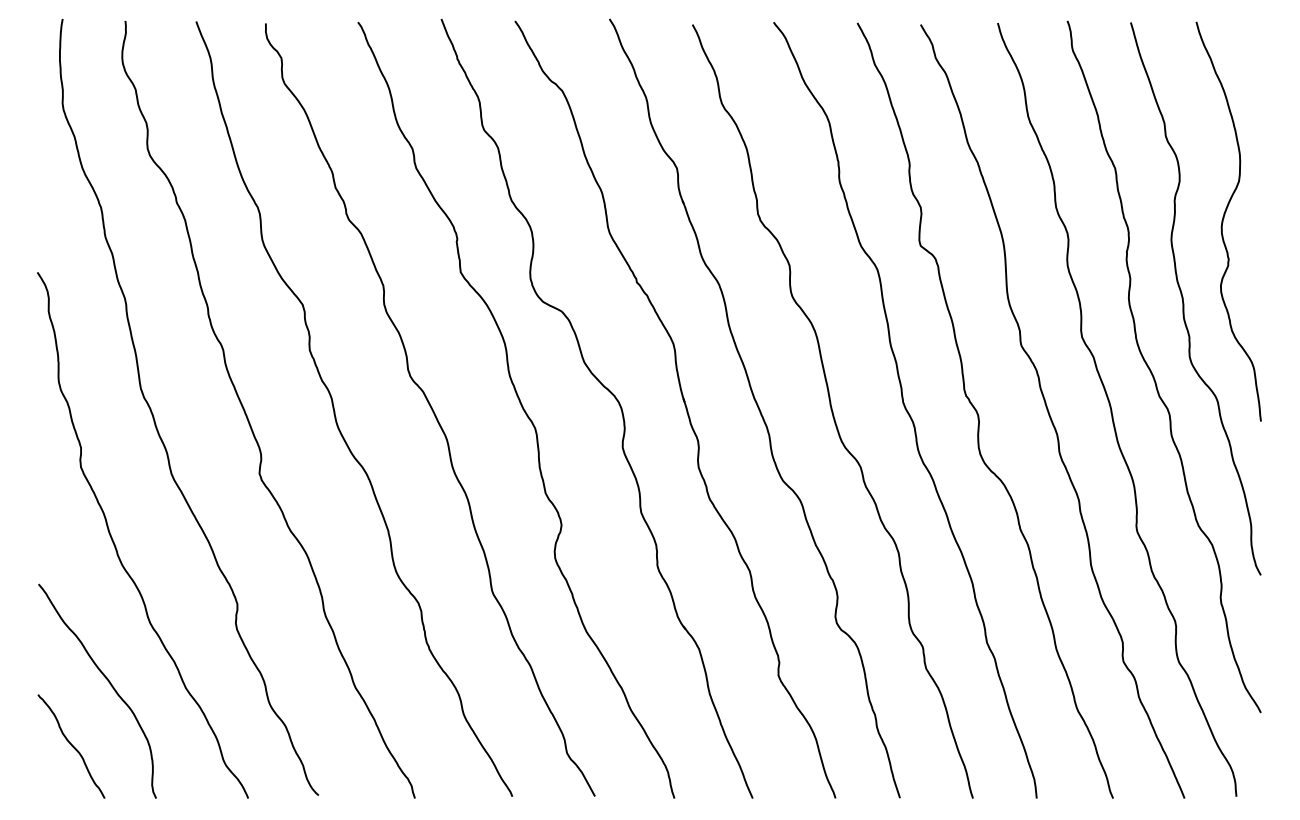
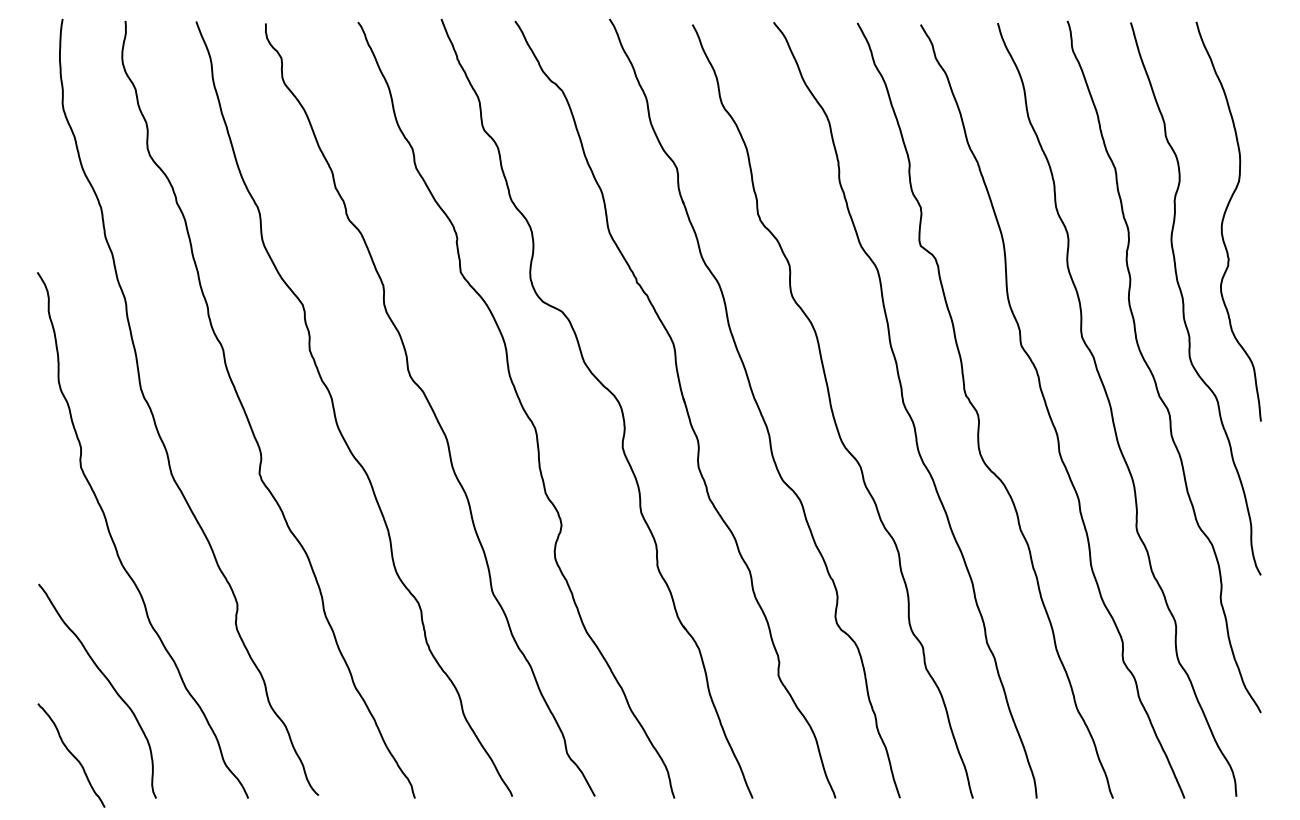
curve at (71, 746) position: (71, 746) -> (71, 755)
